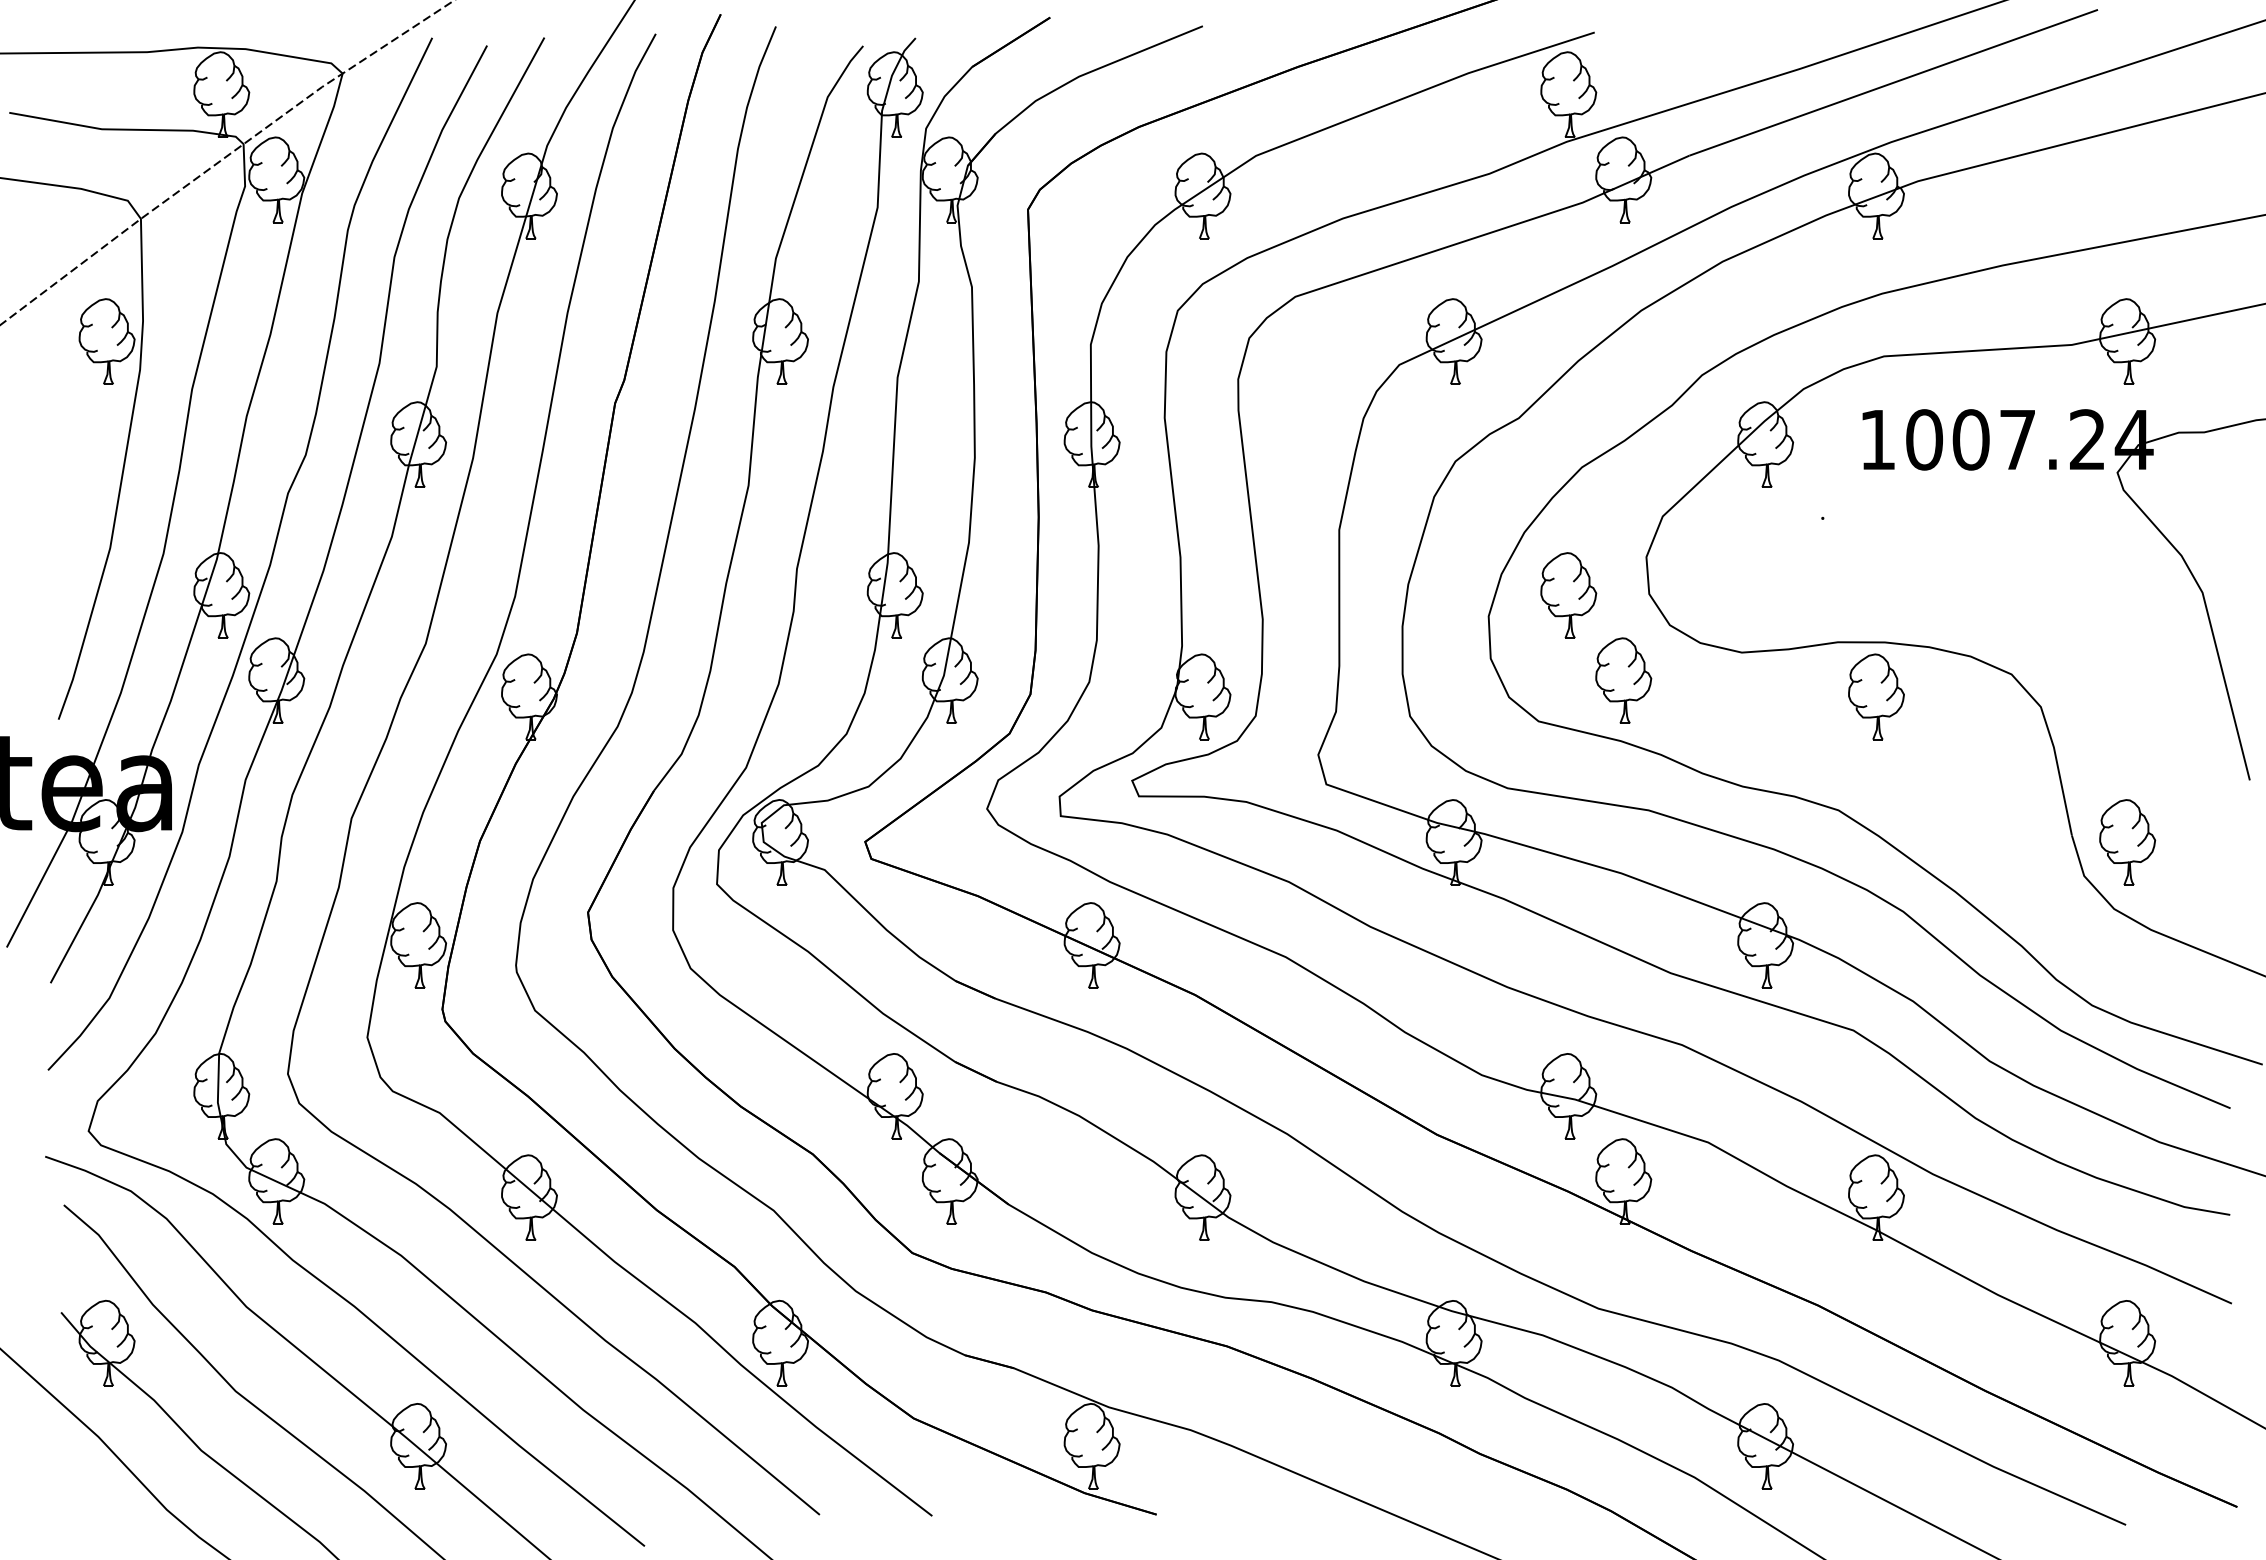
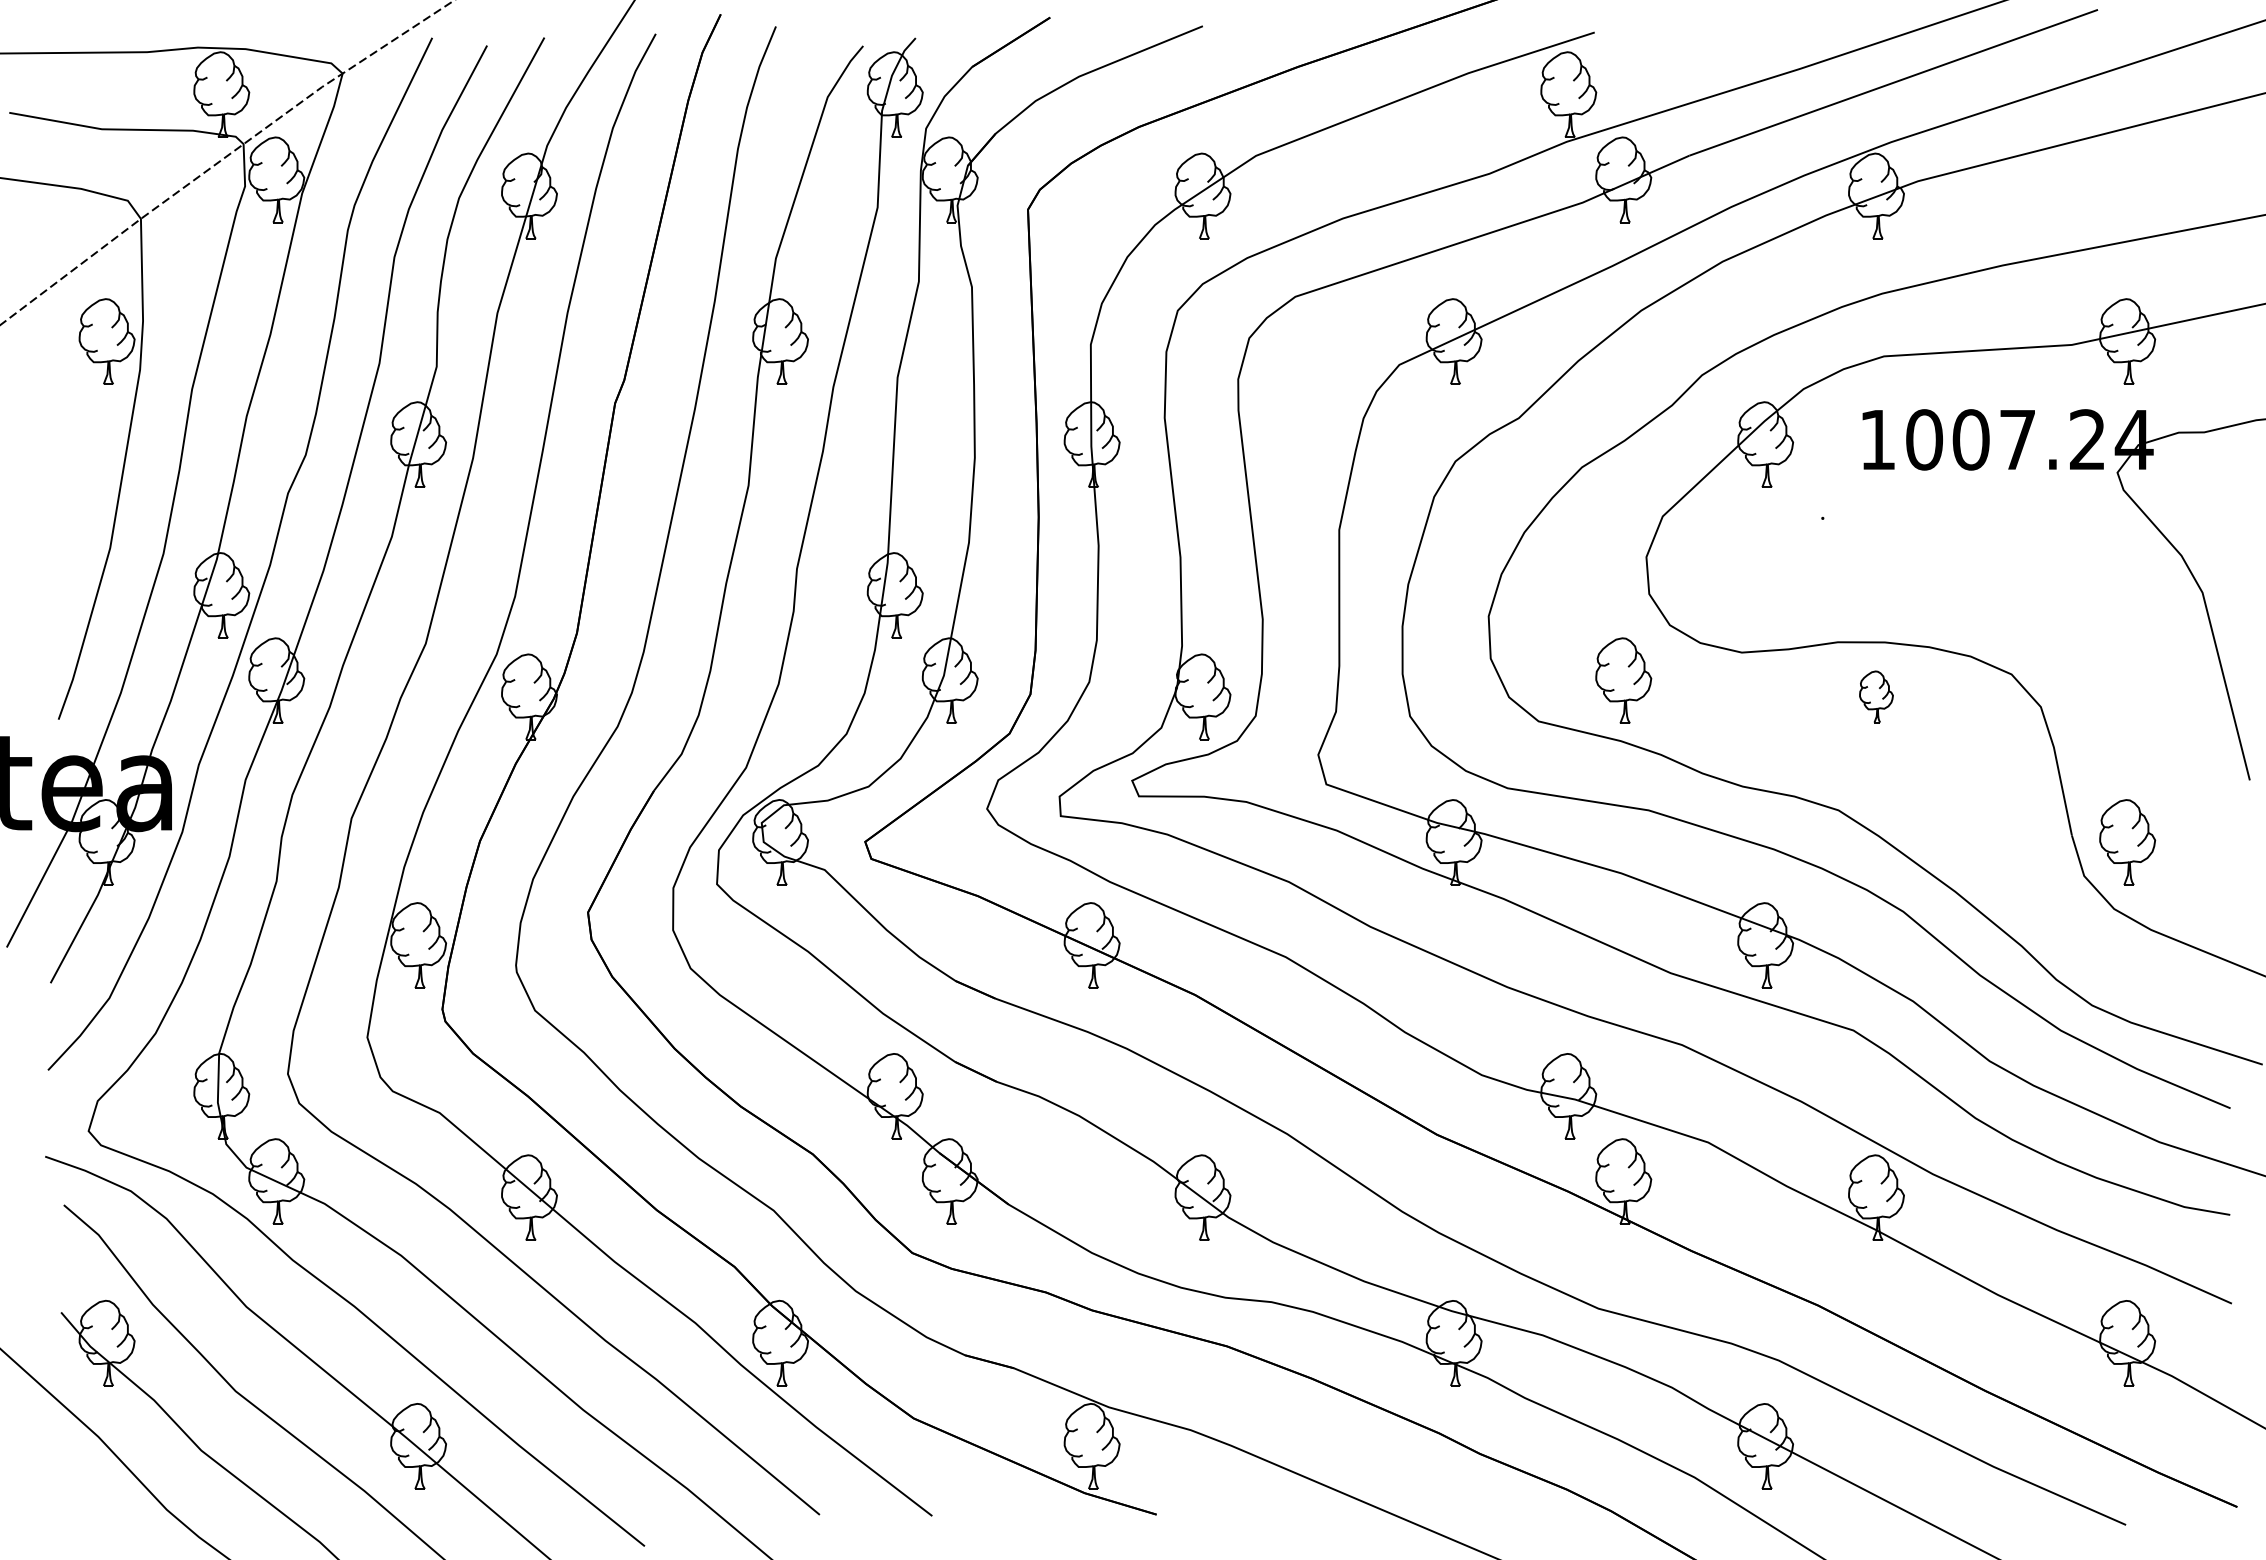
part at (1568, 595): present -> none
part at (1876, 696) size: 57x88 px -> 35x54 px
